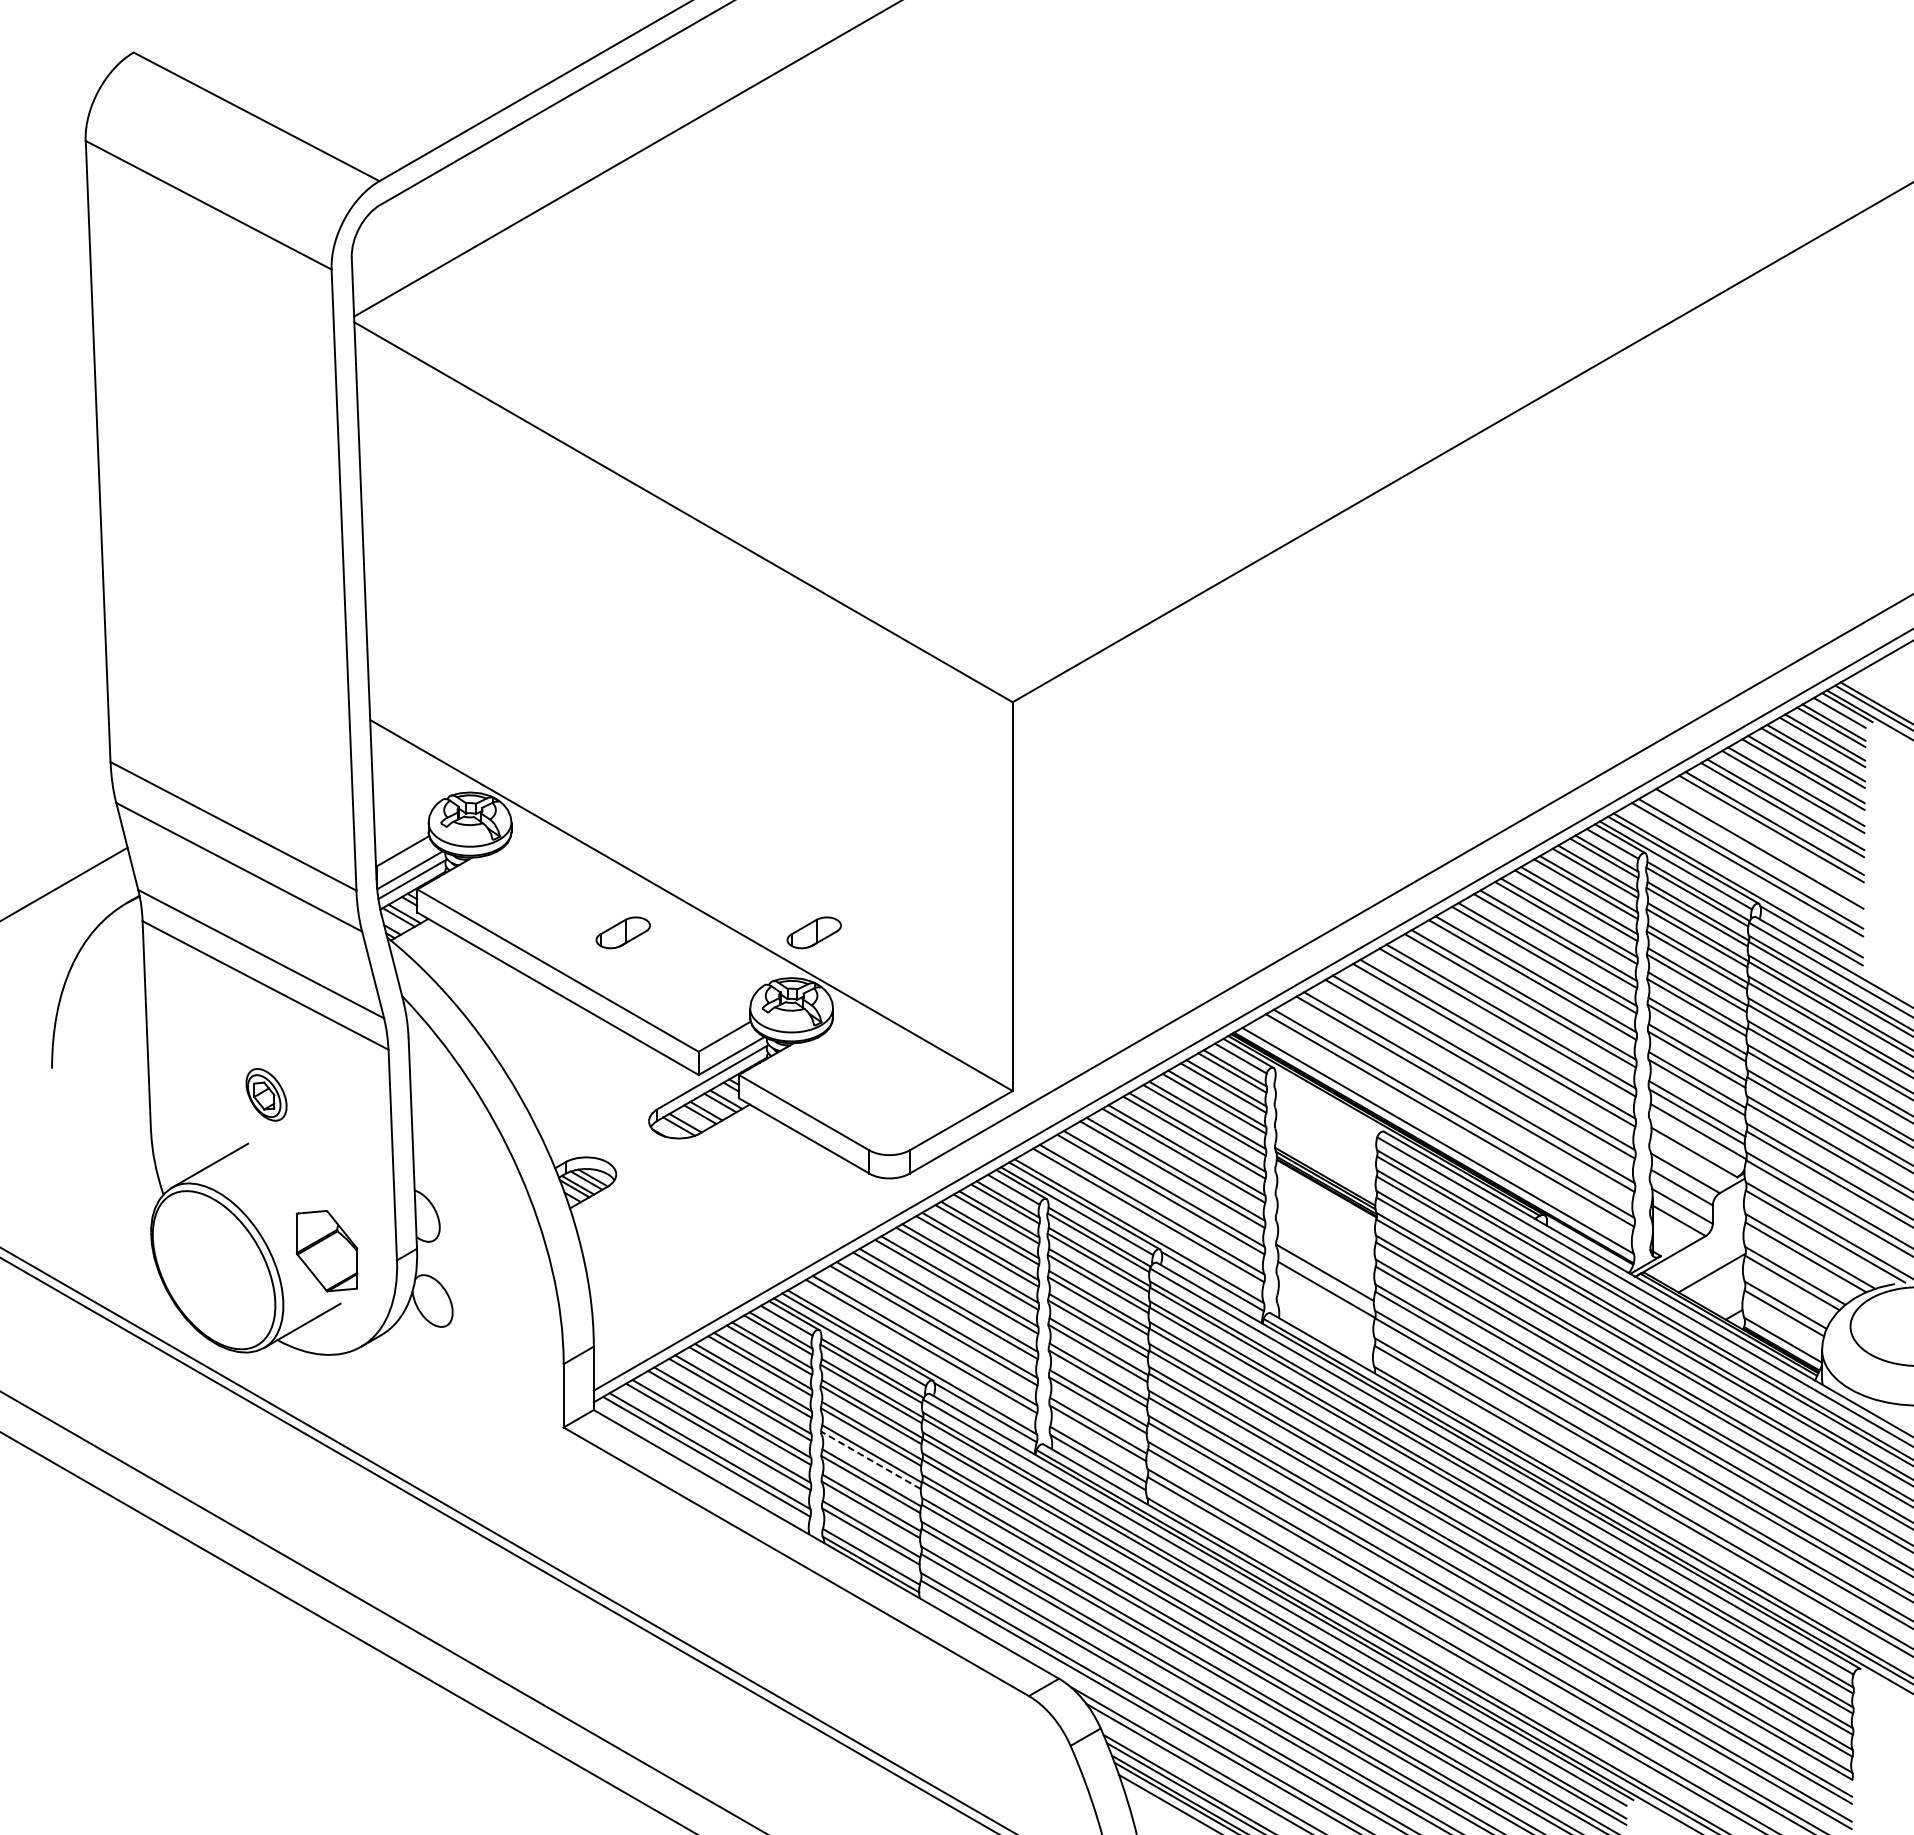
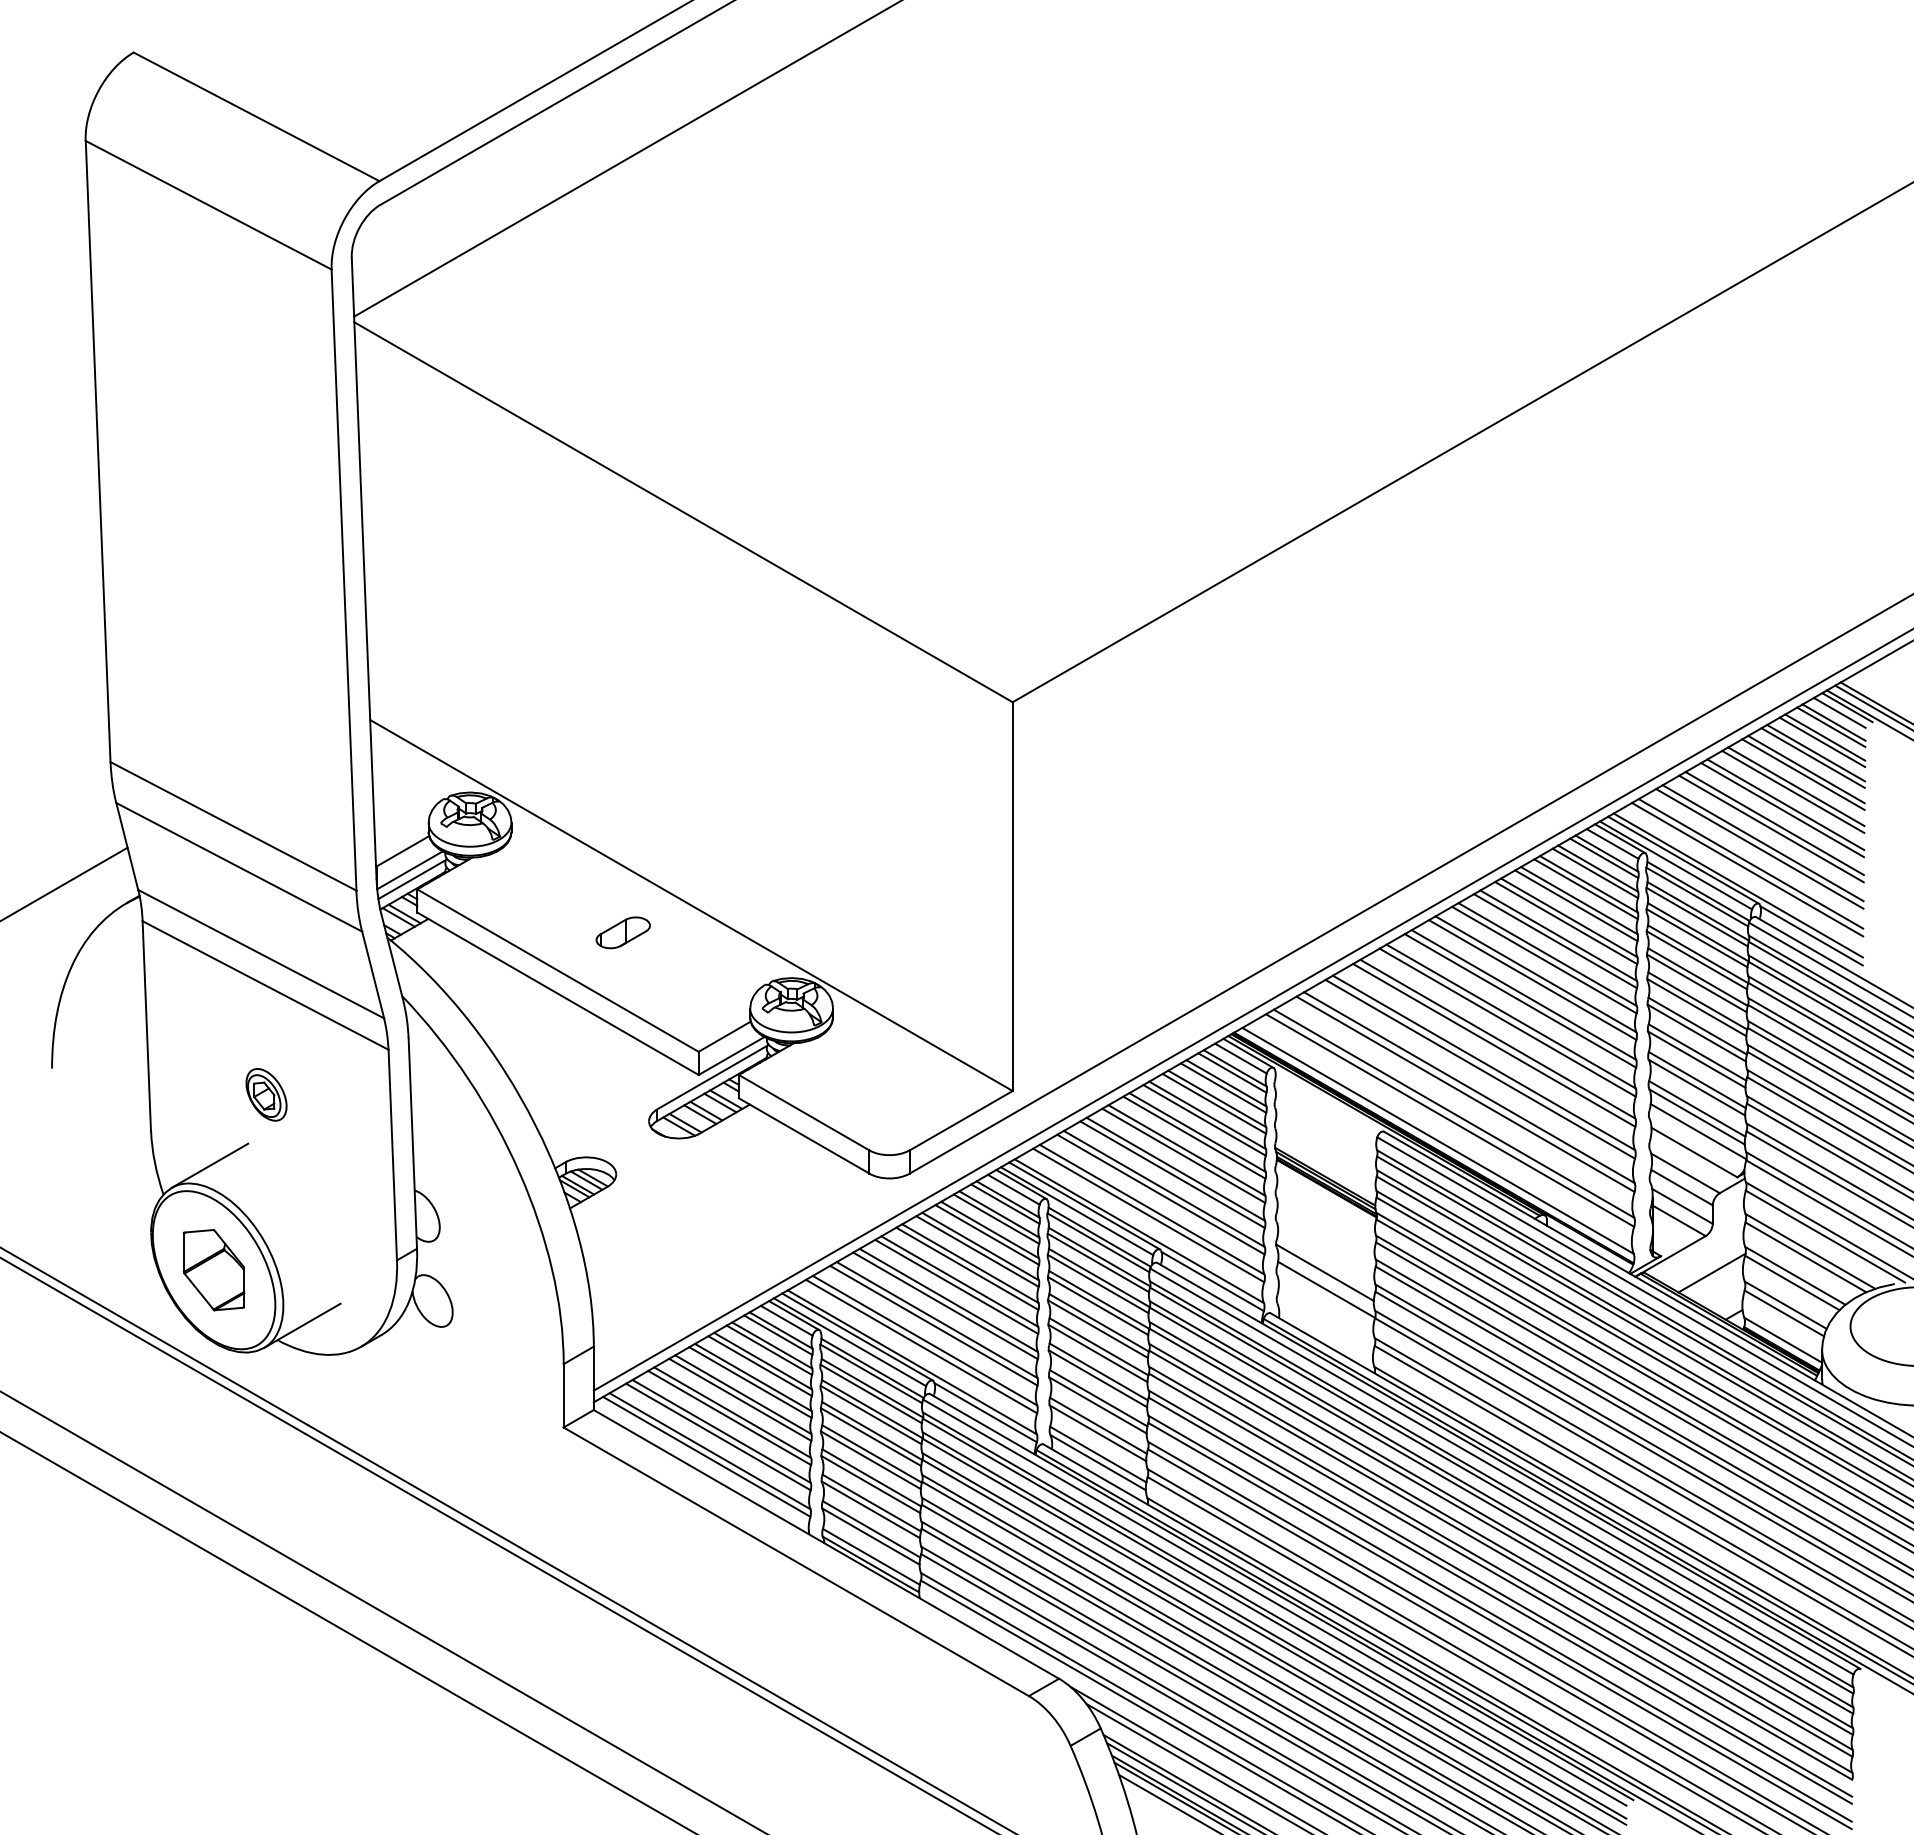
line at (1762, 843): none -> present
part at (813, 932): present -> none
part at (326, 1251) position: (326, 1251) -> (213, 1270)
line at (870, 1460): dashed -> solid
